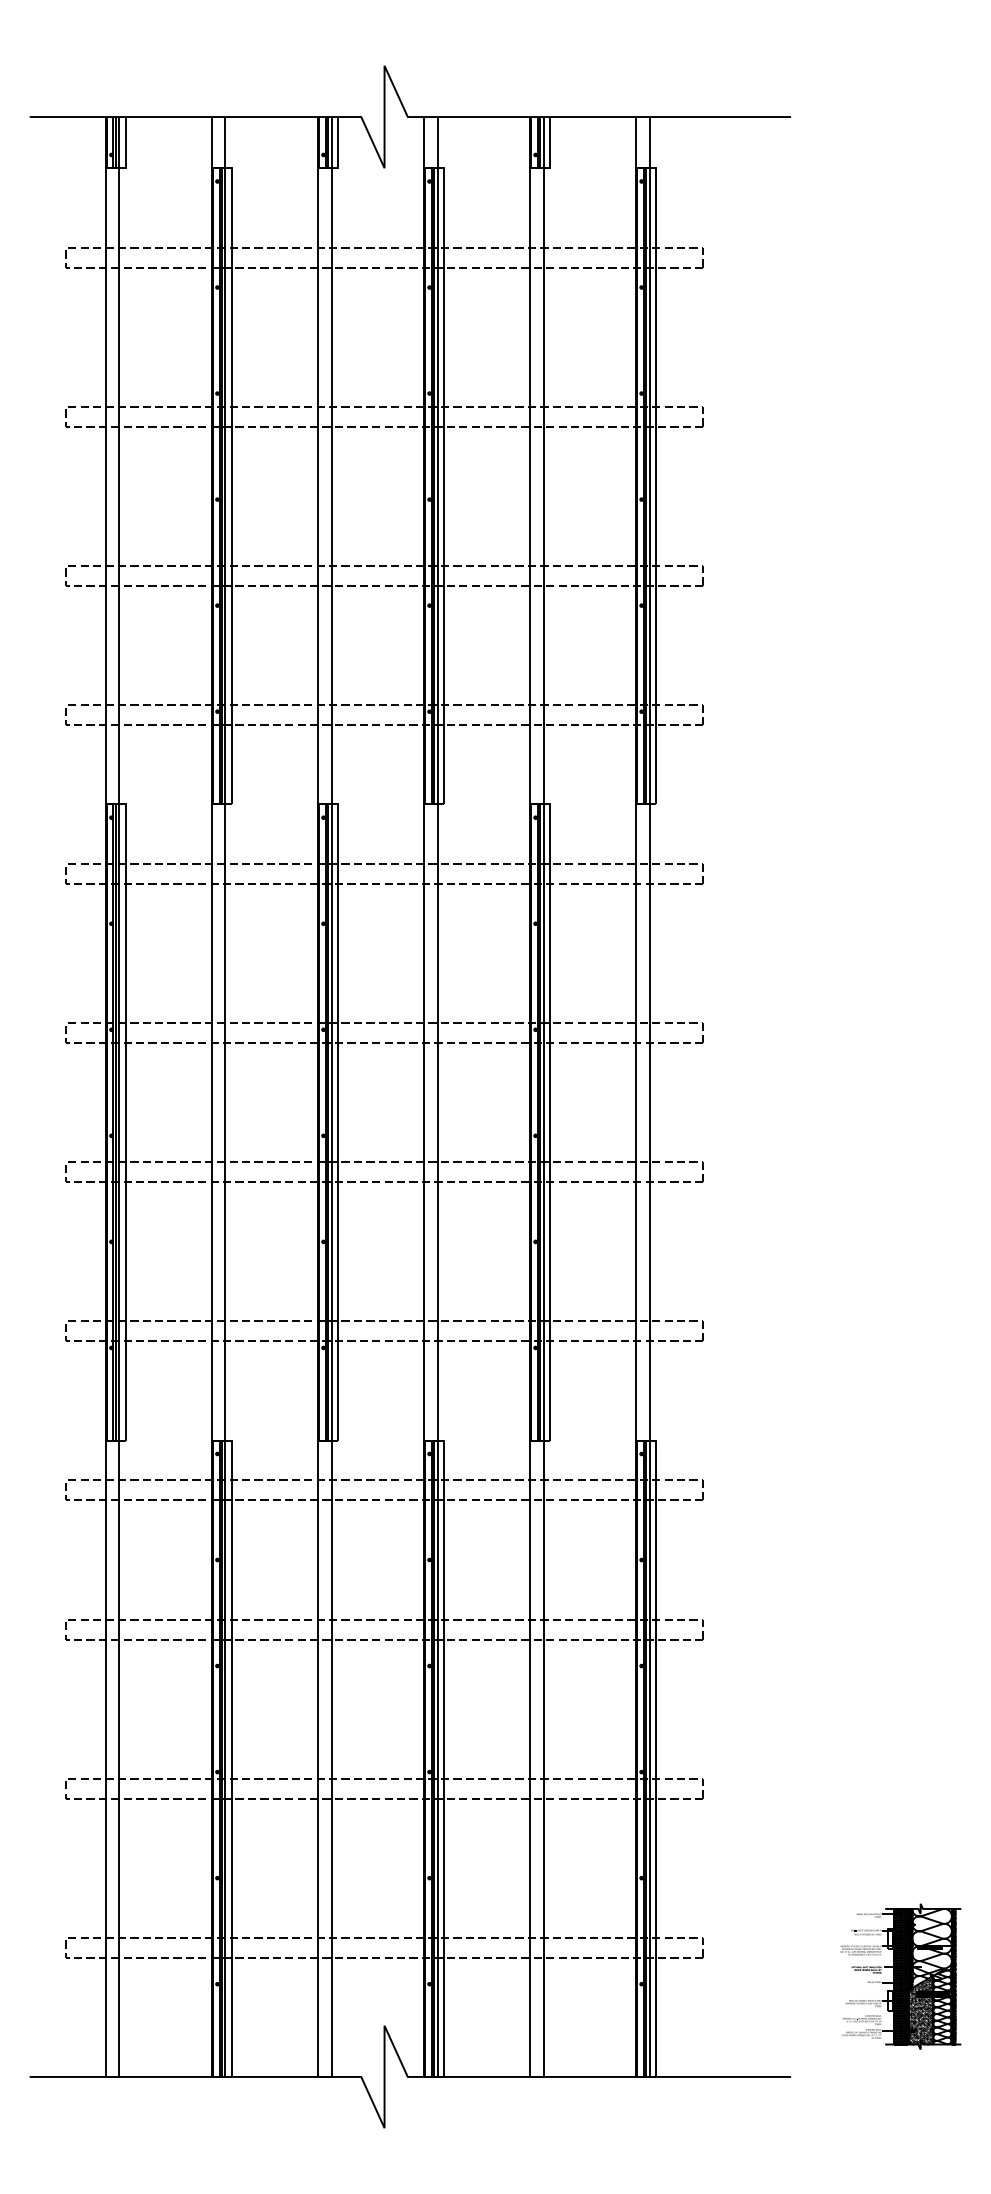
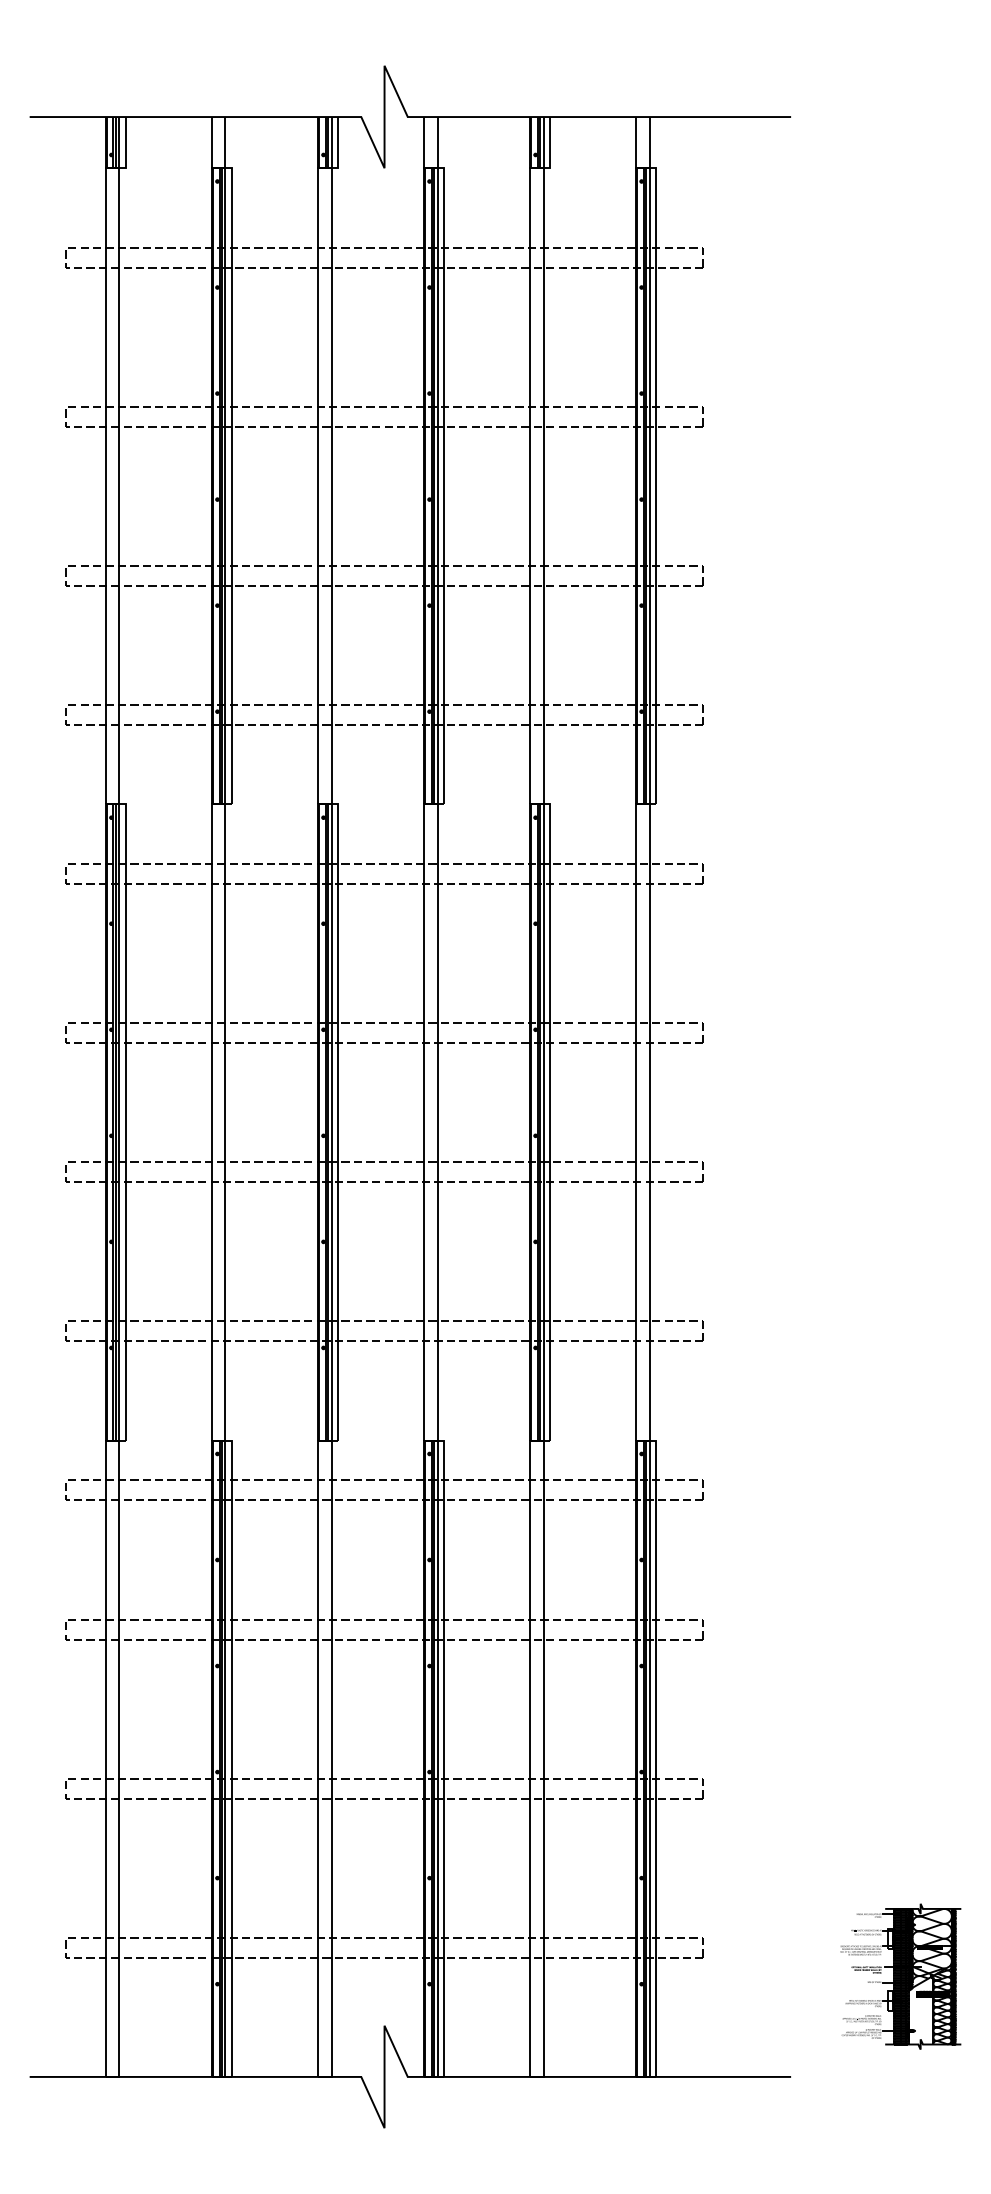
hatch at (920, 2012): present -> none
